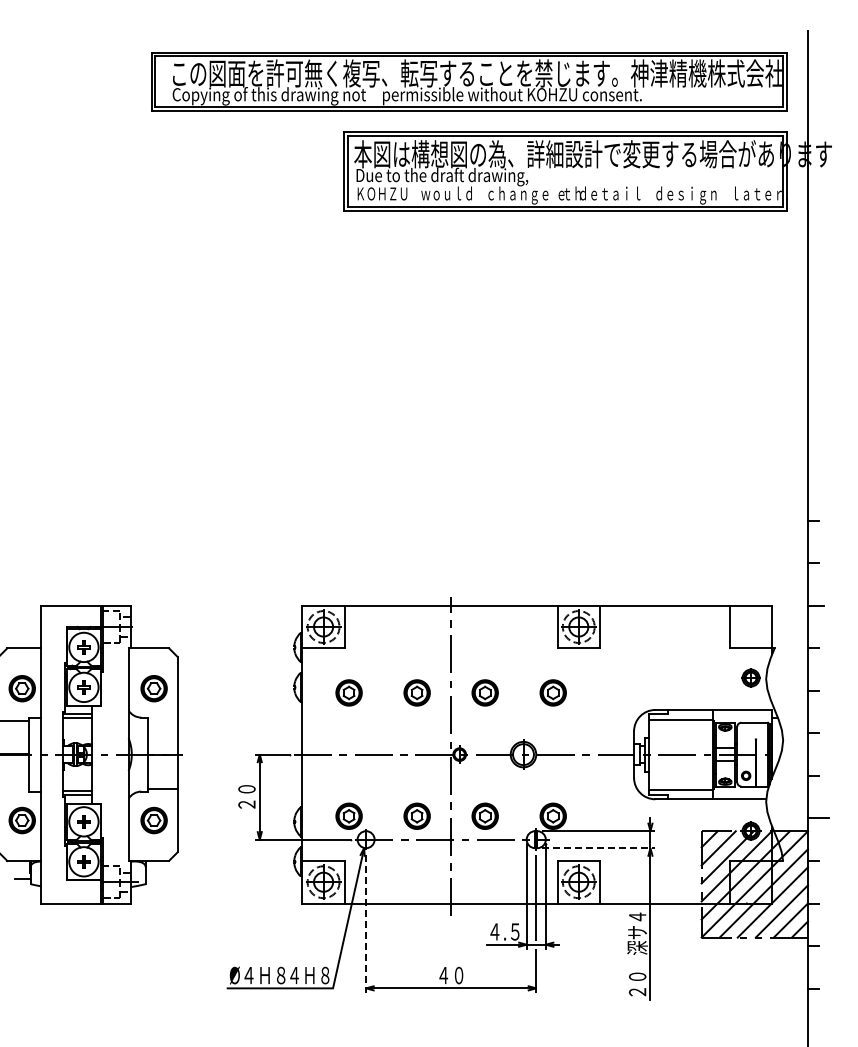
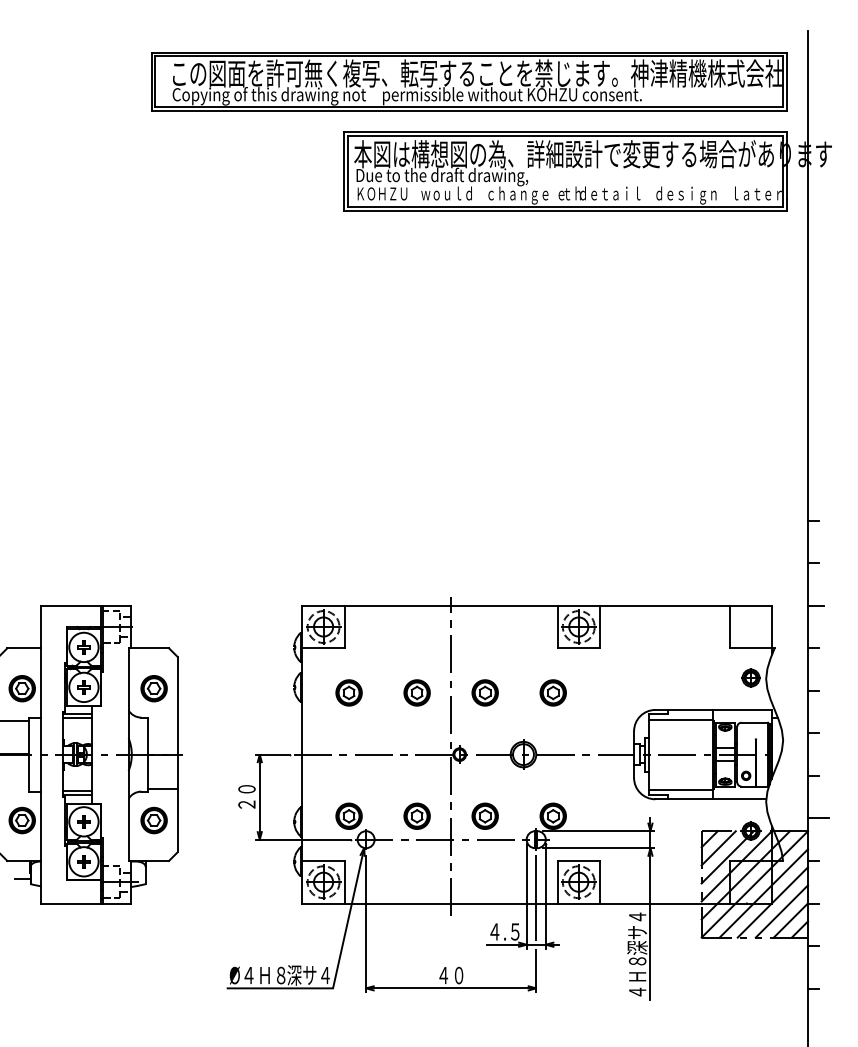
line at (599, 848): dashed -> solid
line at (366, 924): dashed -> solid
text at (308, 975): ４Ｈ８ -> 深サ４
text at (637, 976): ２０ -> ４Ｈ８
